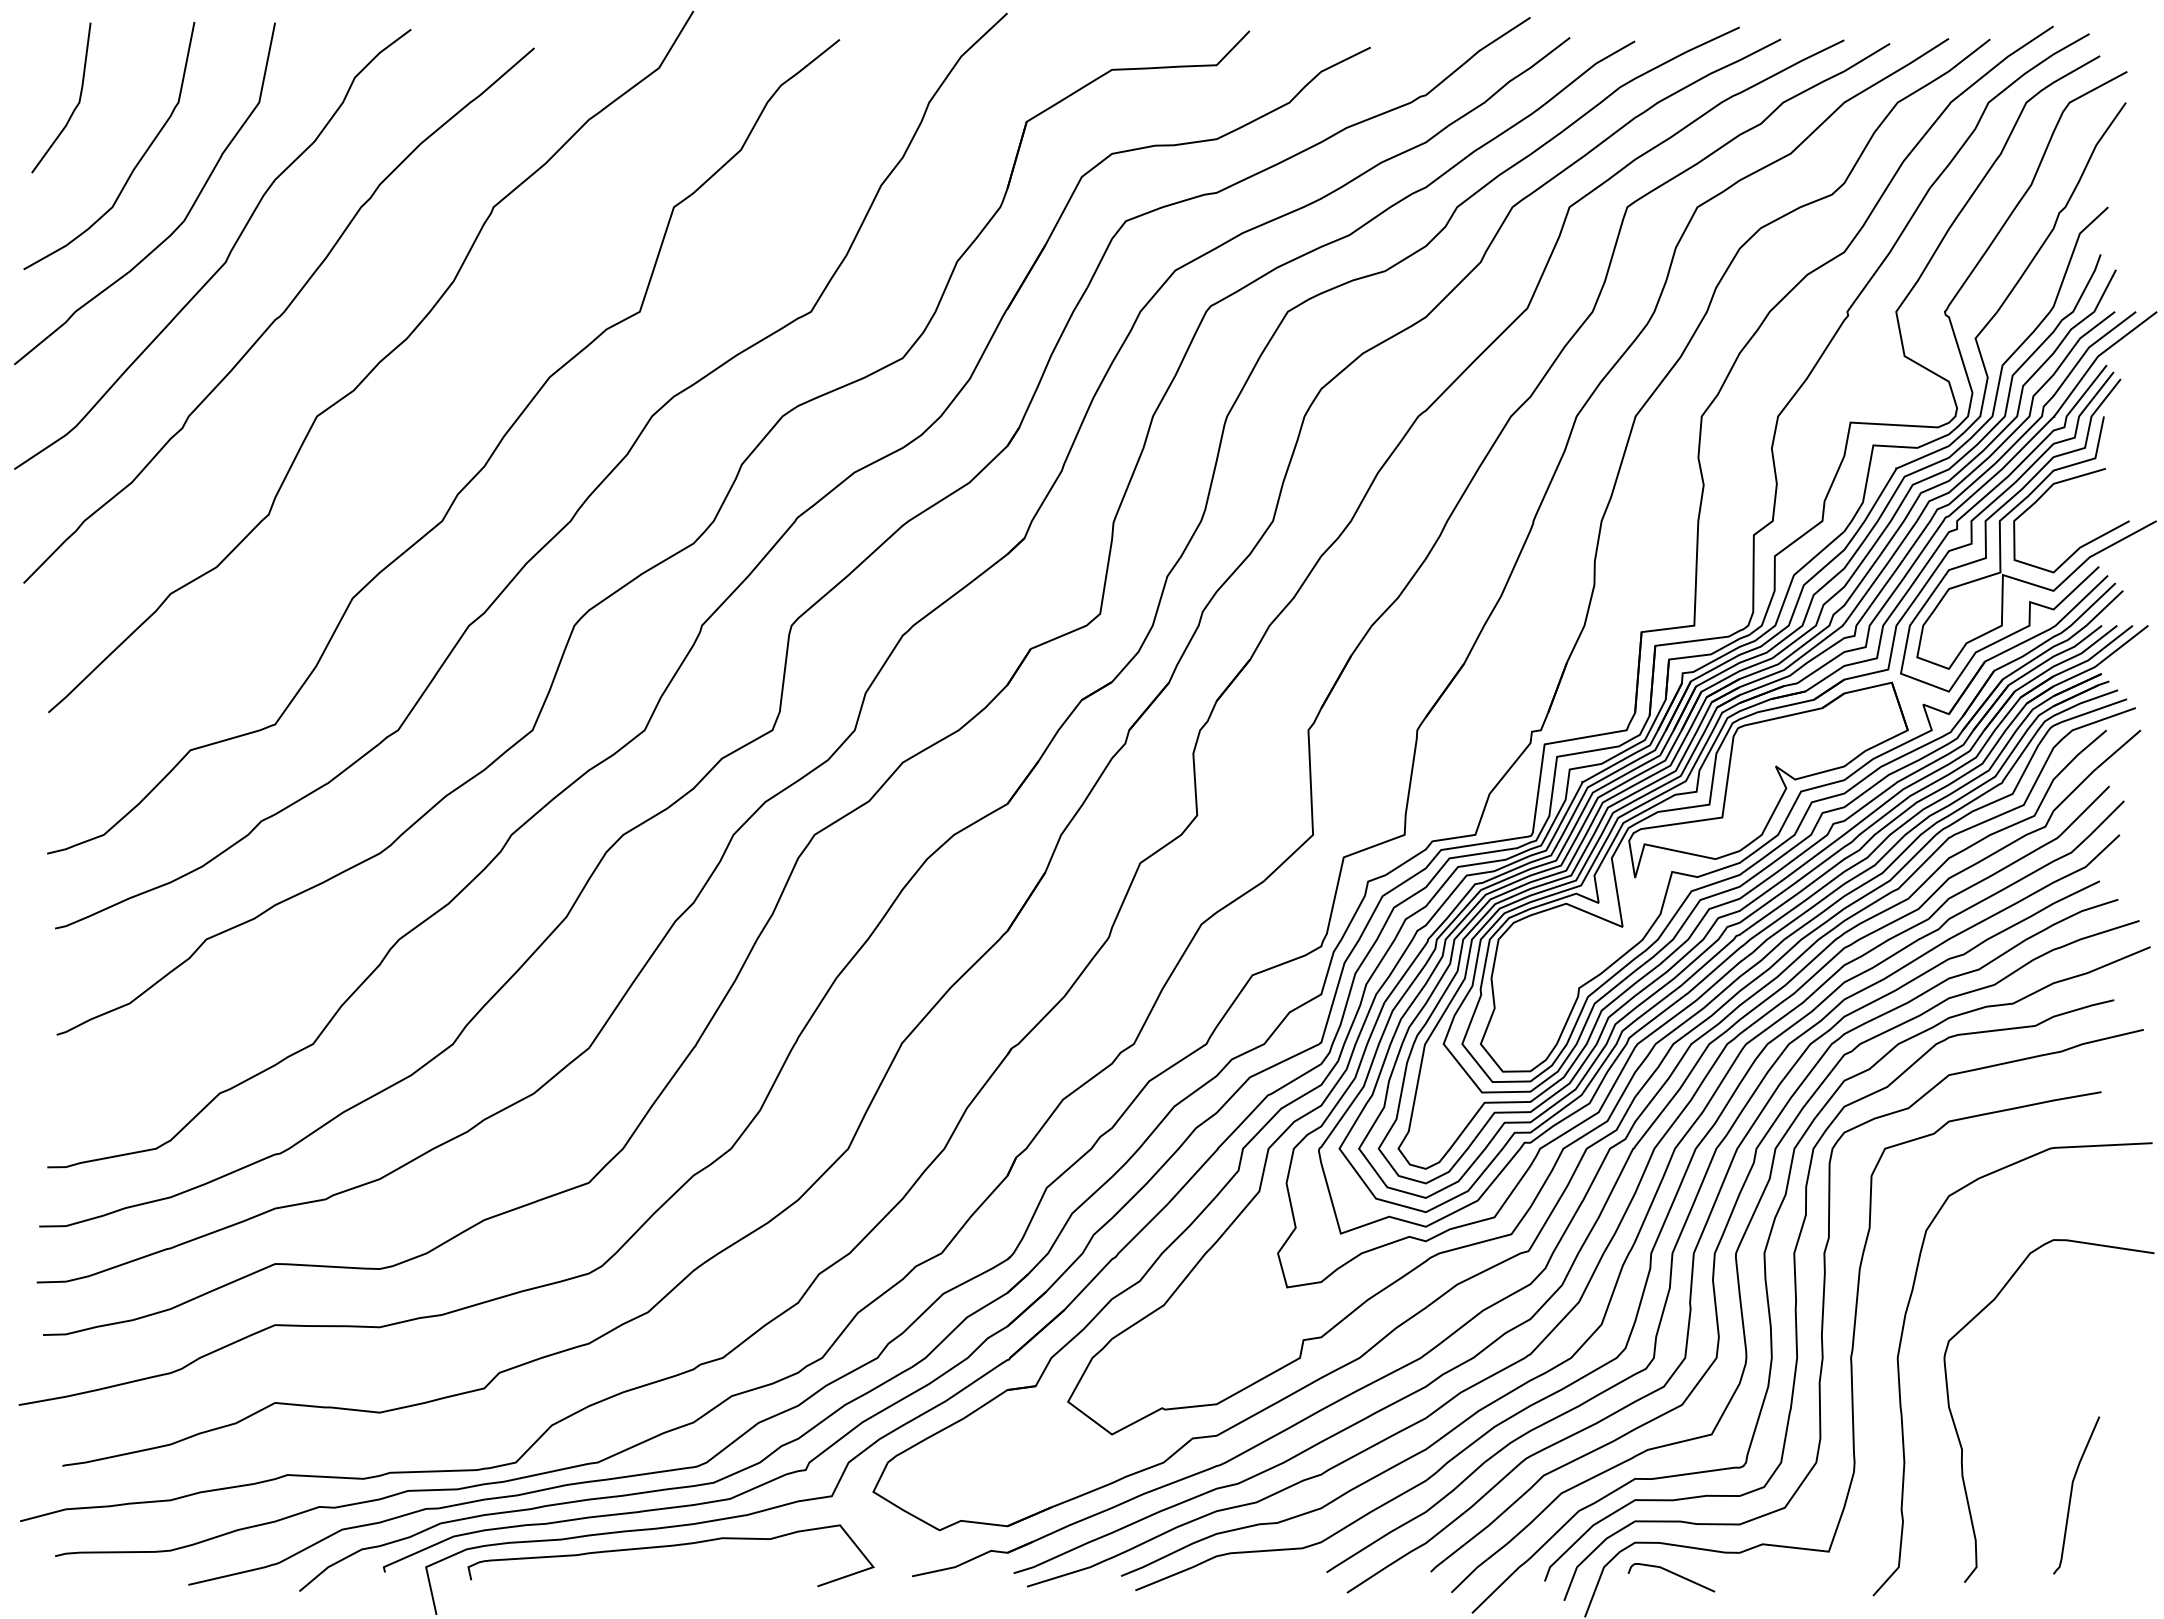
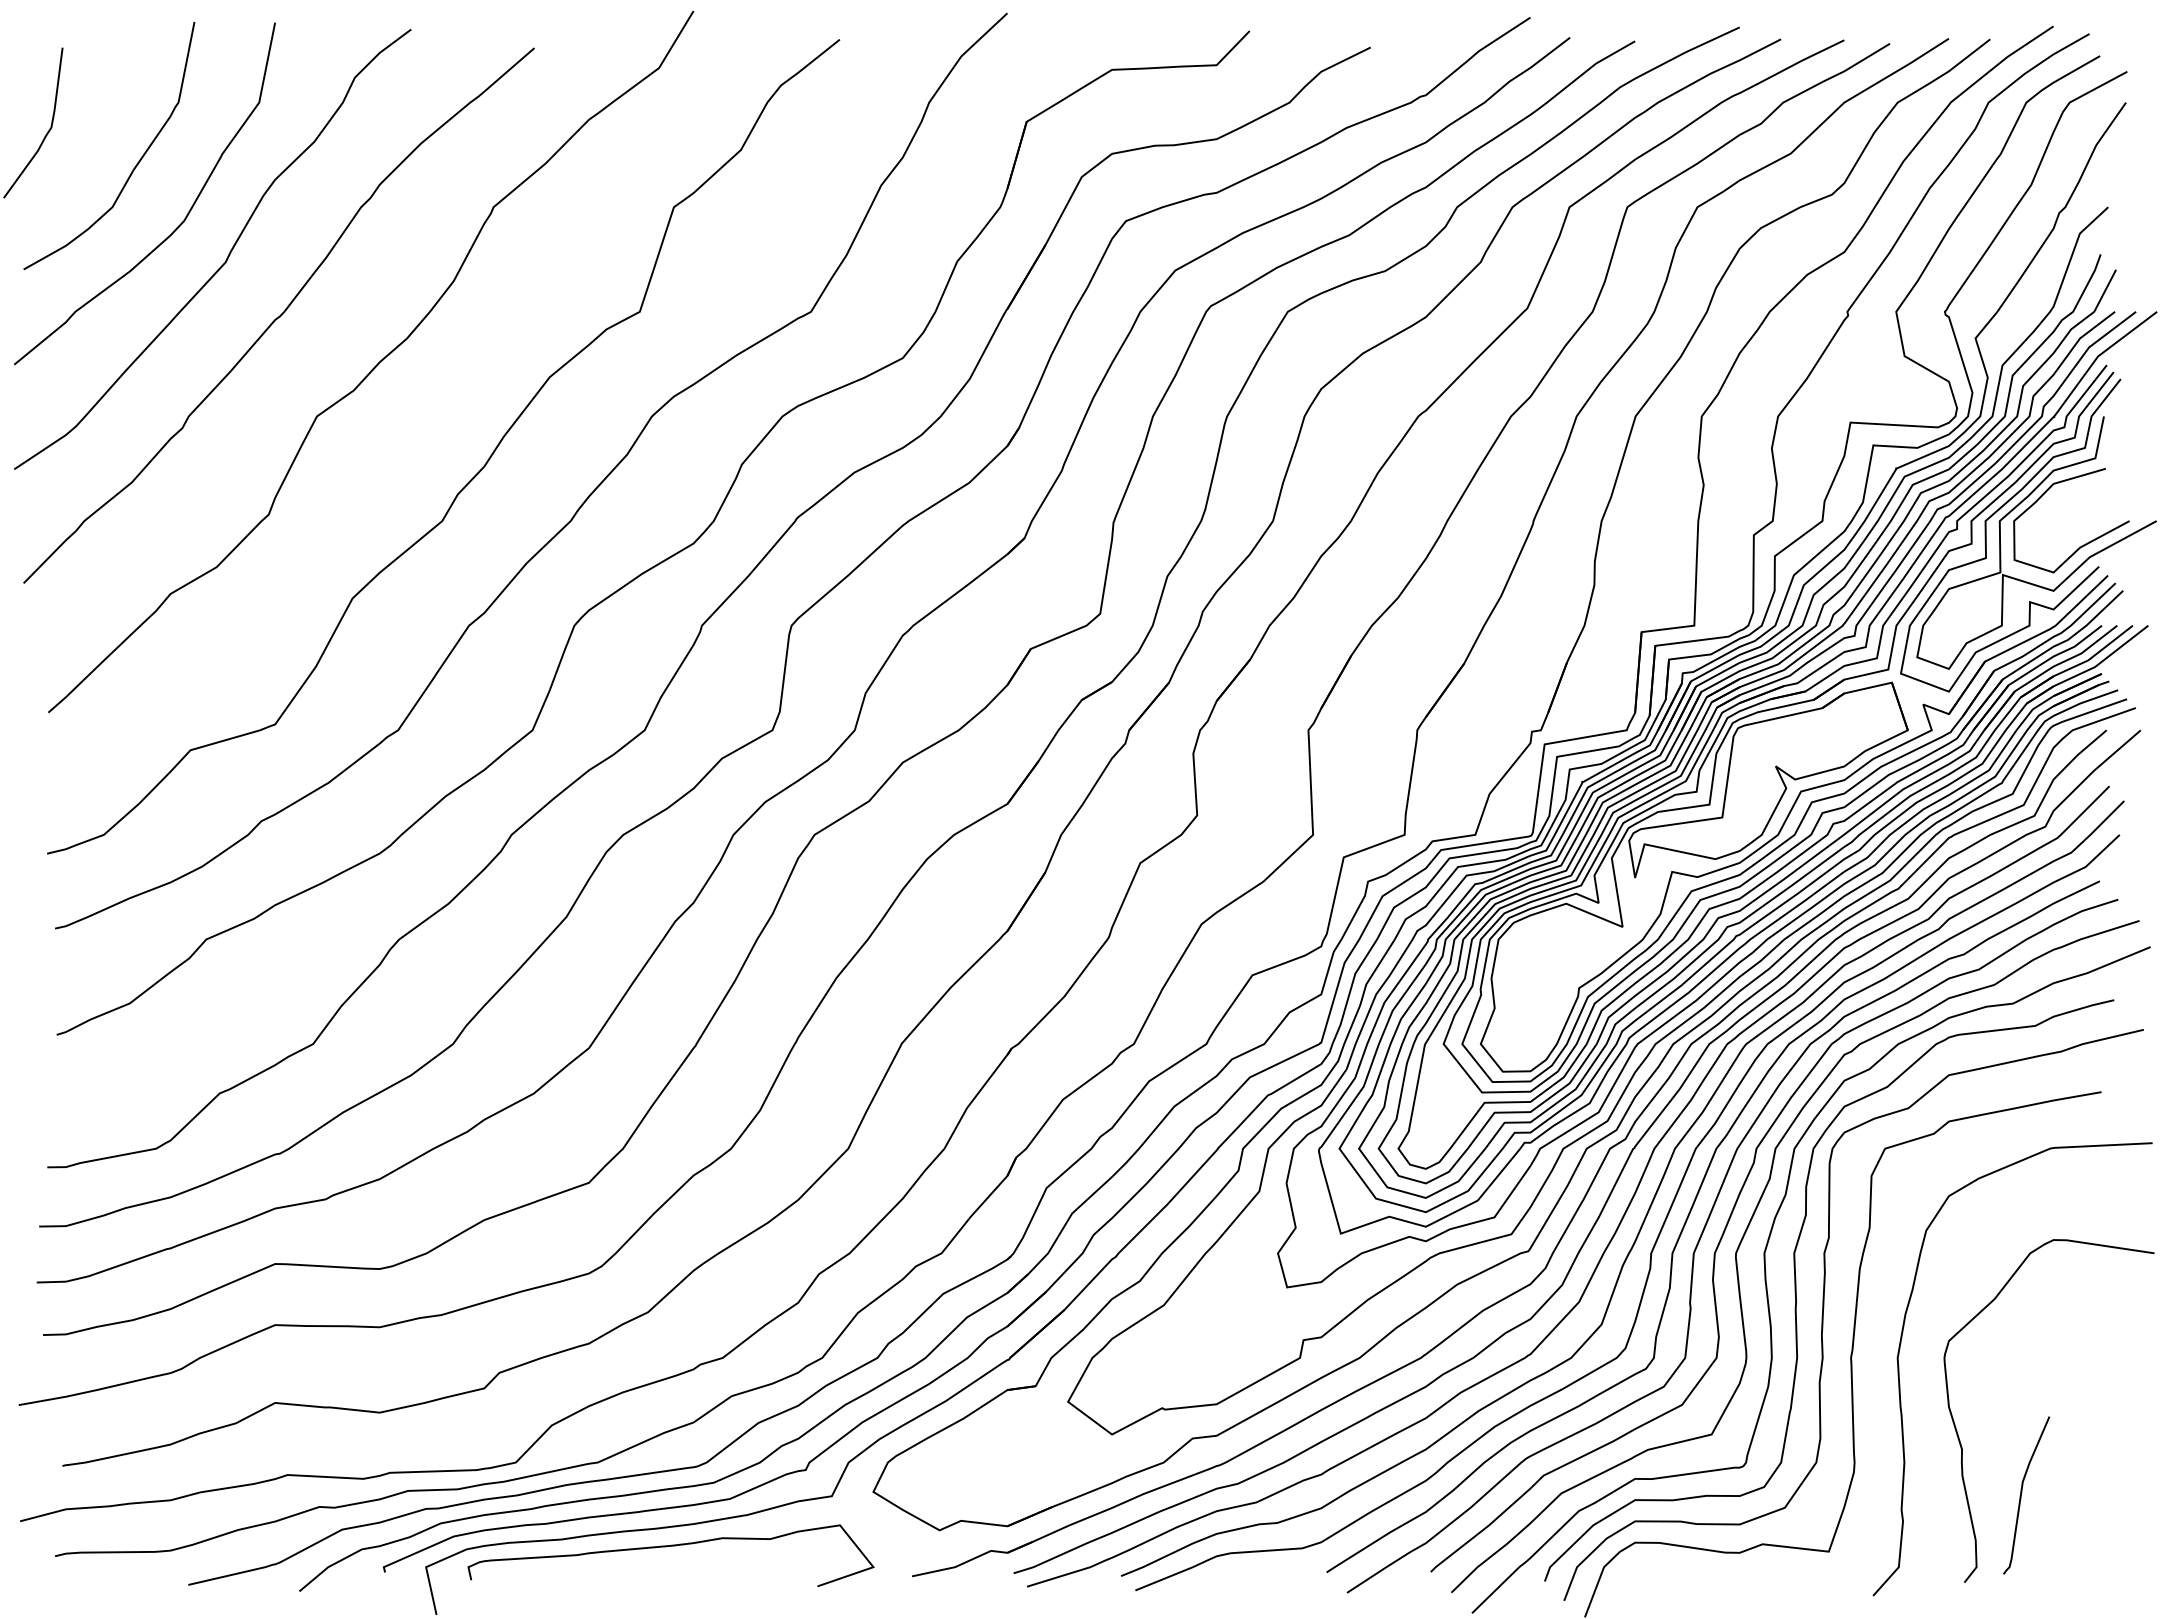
curve at (75, 106) position: (75, 106) -> (47, 131)
curve at (2072, 1492) position: (2072, 1492) -> (2022, 1492)
curve at (1673, 1574): present -> none
